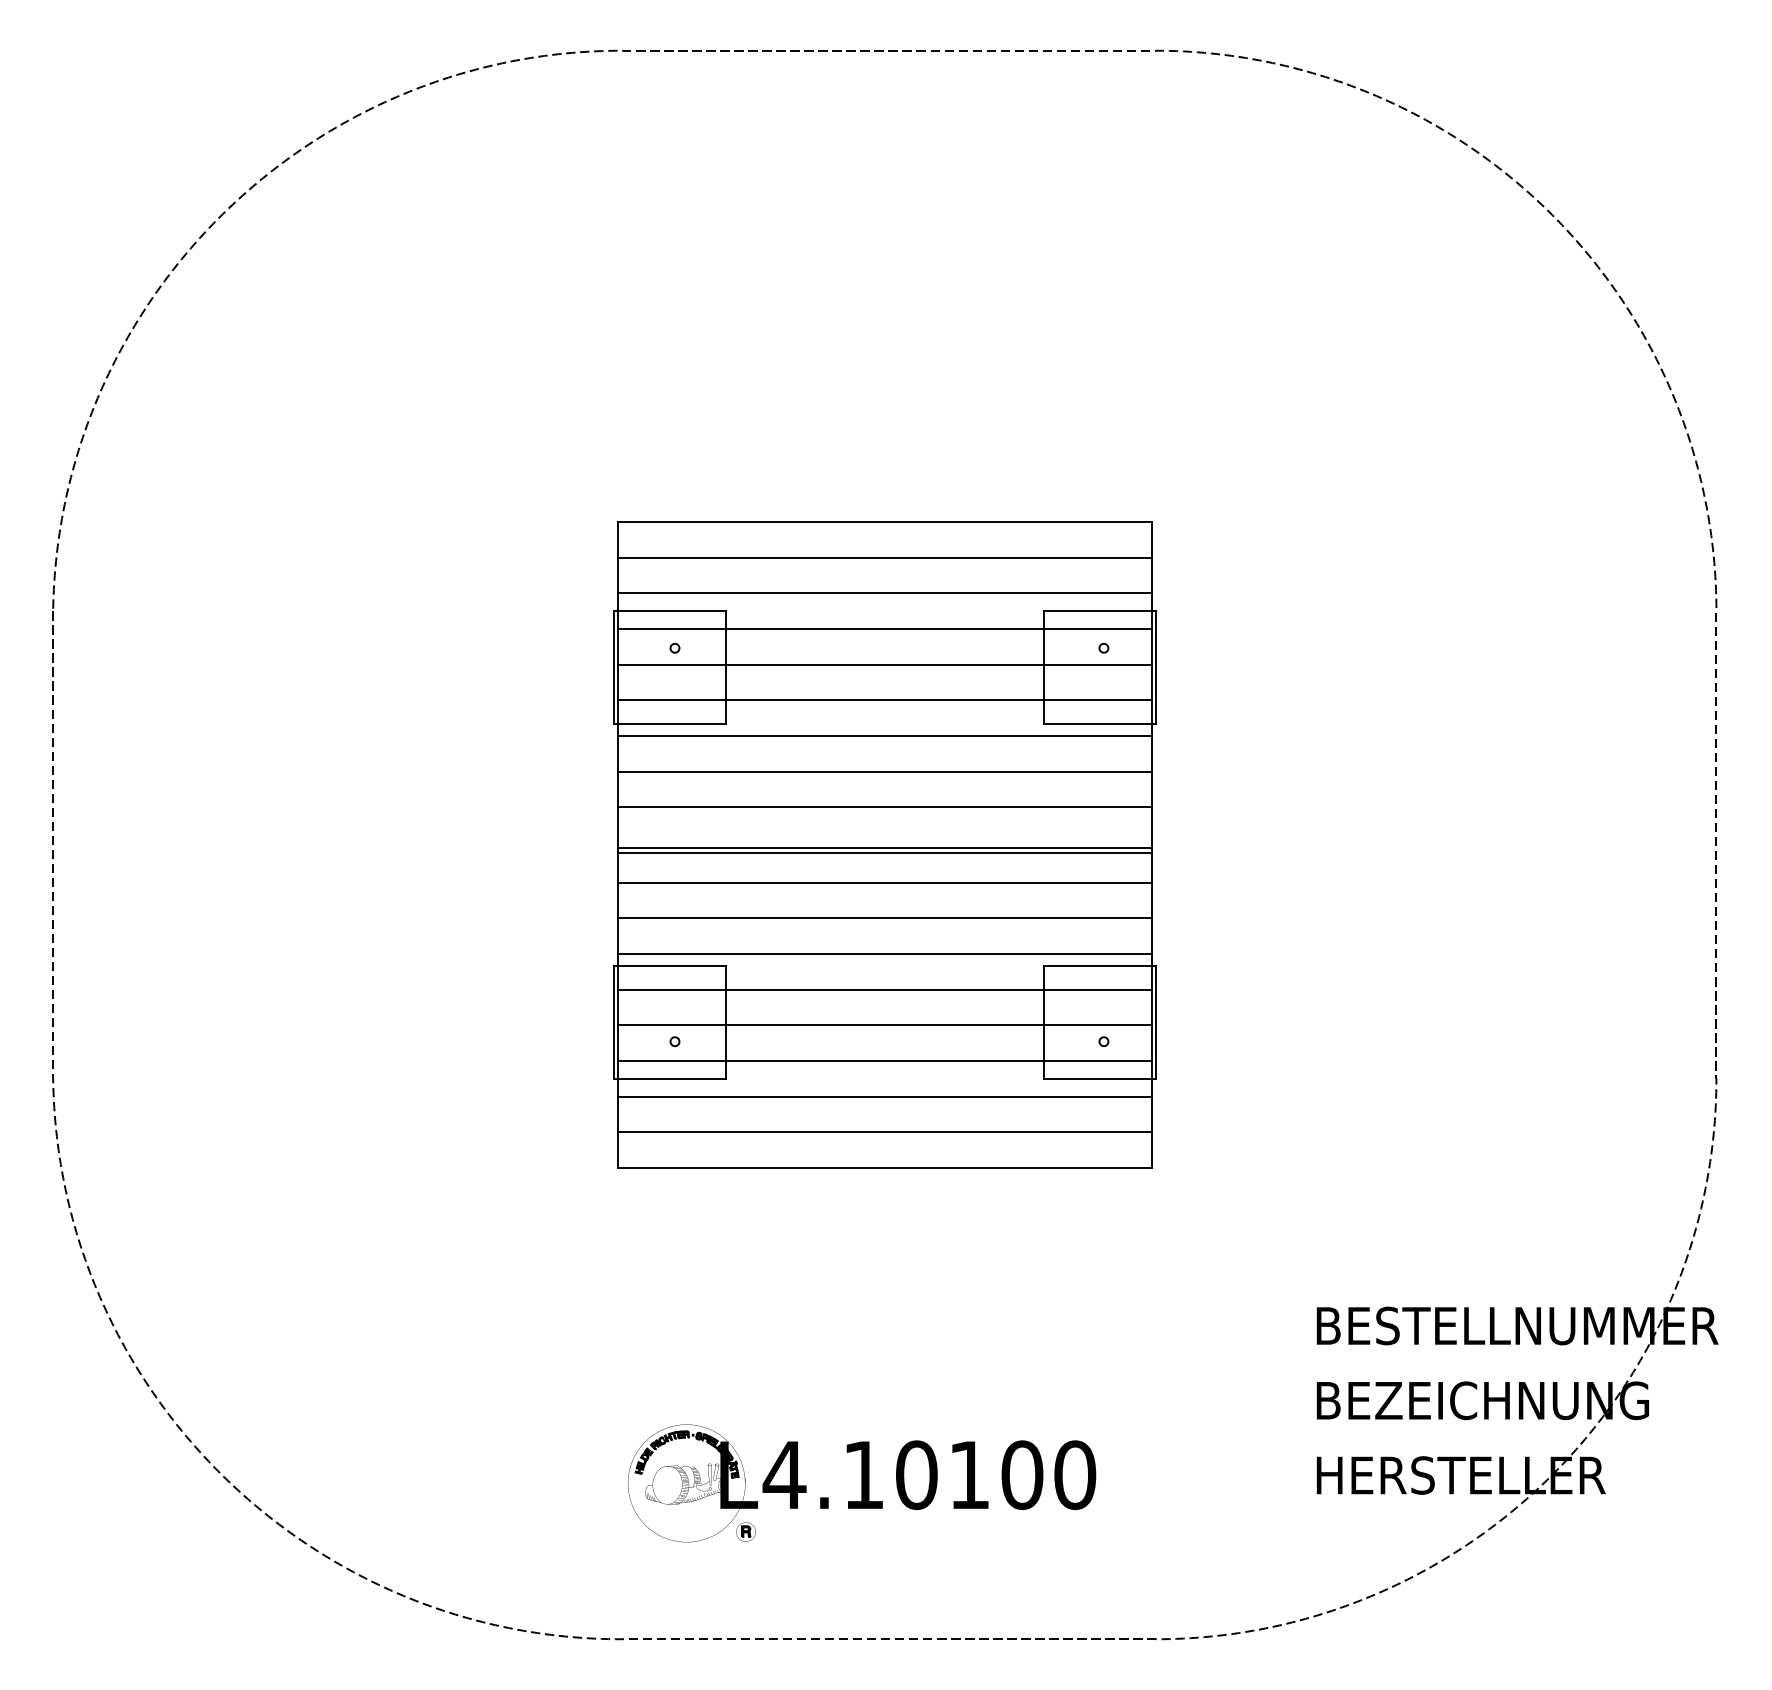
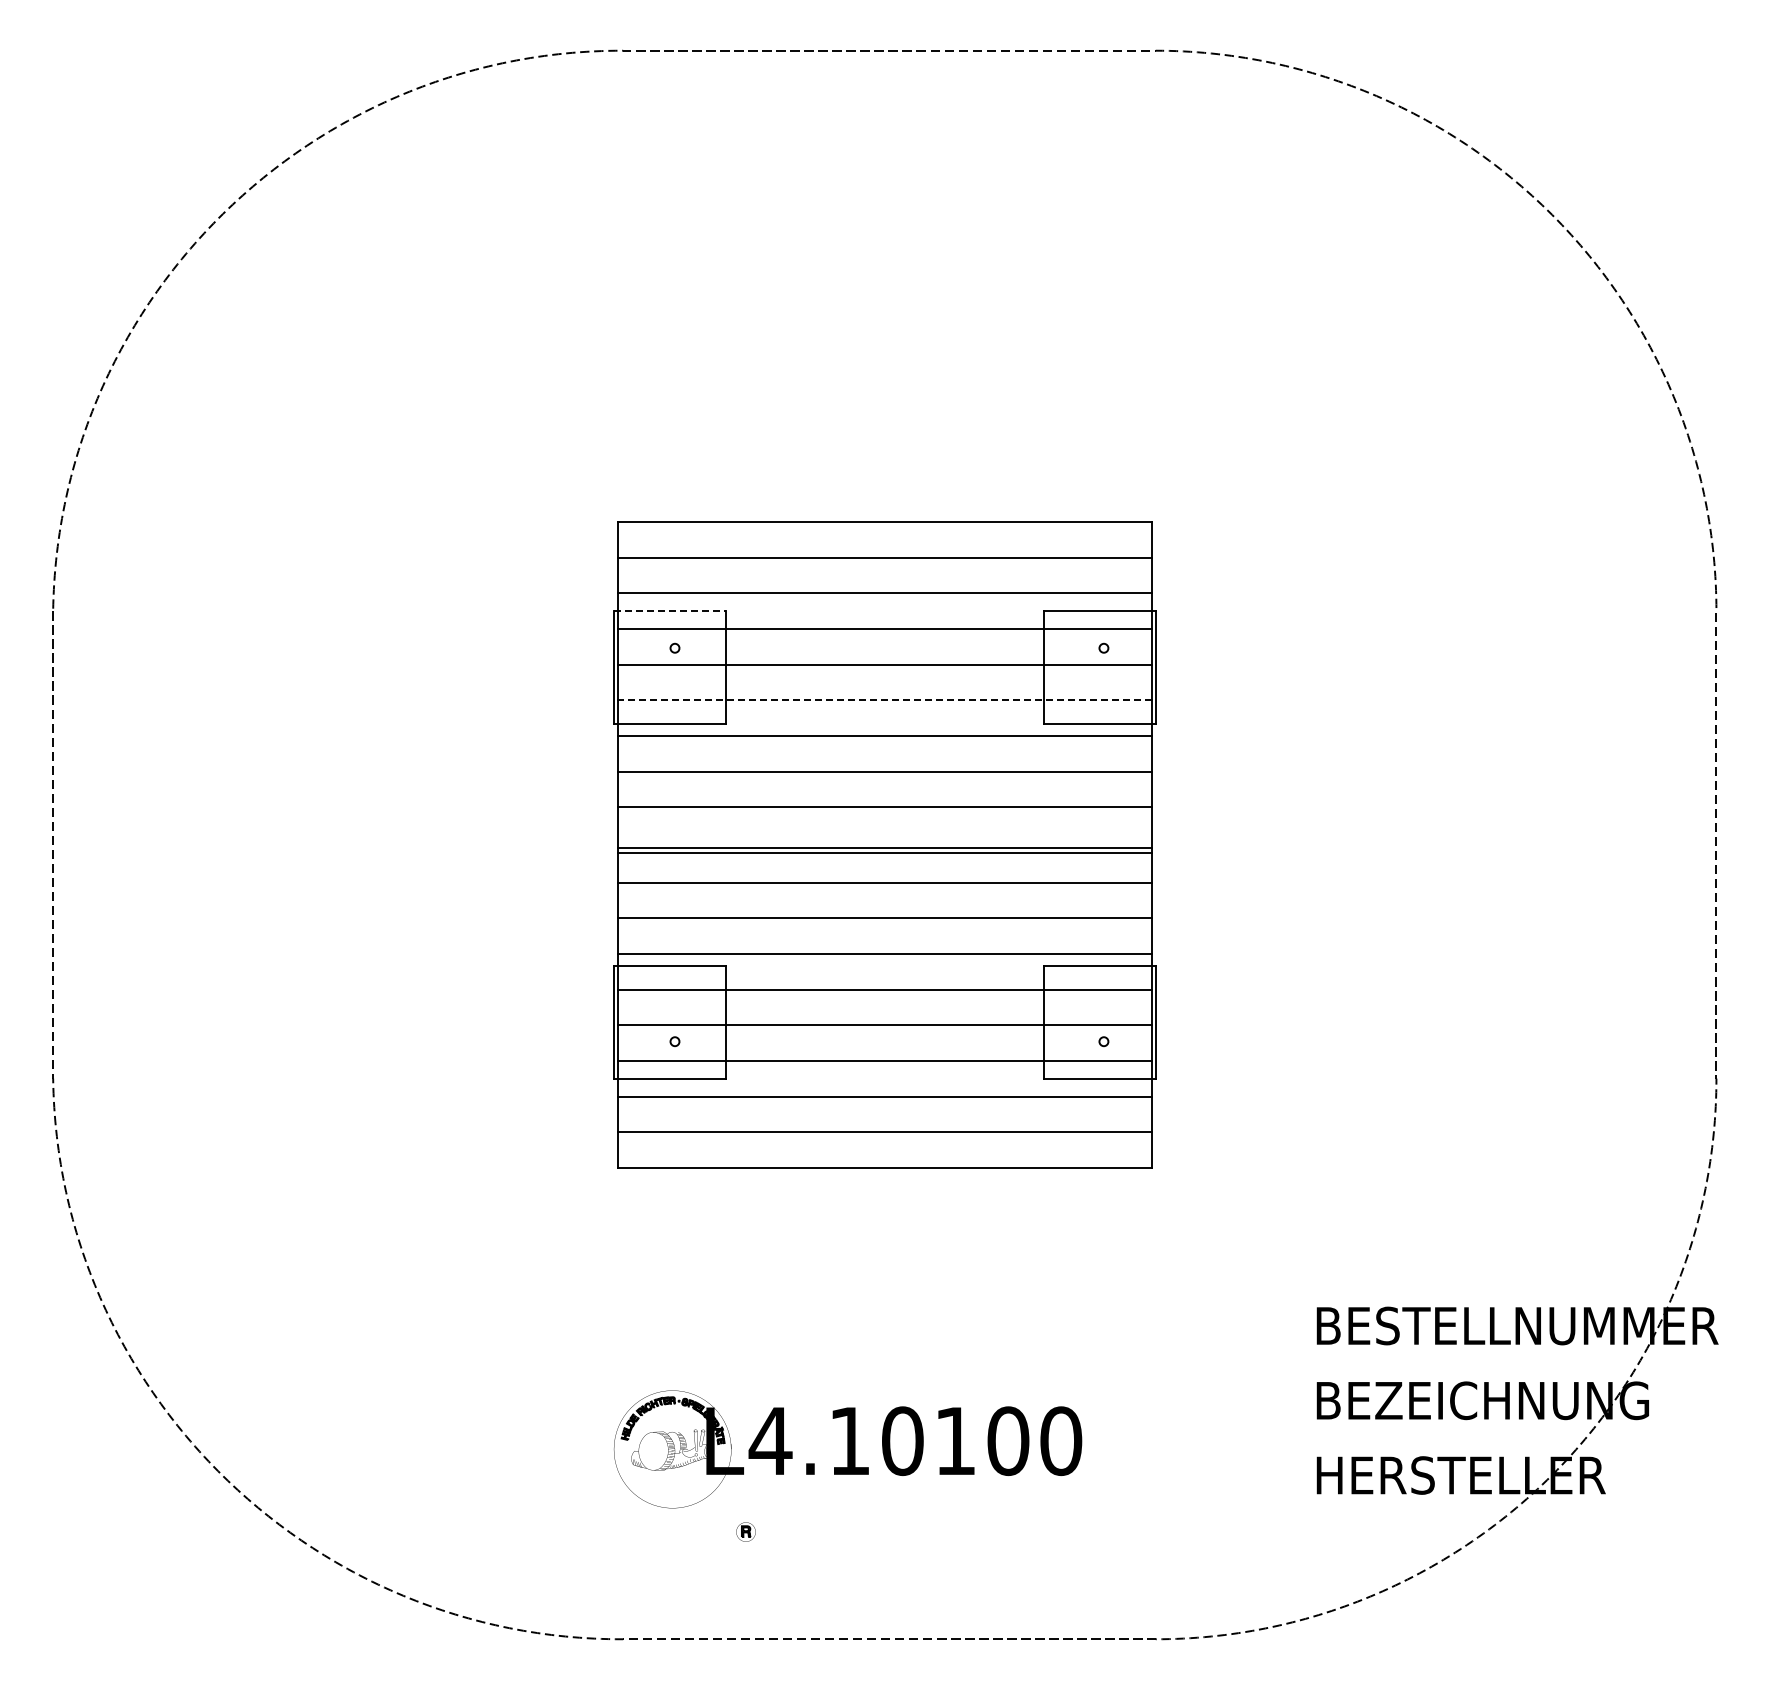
line at (670, 611): solid -> dashed
line at (884, 700): solid -> dashed
part at (862, 1483) position: (862, 1483) -> (848, 1449)
